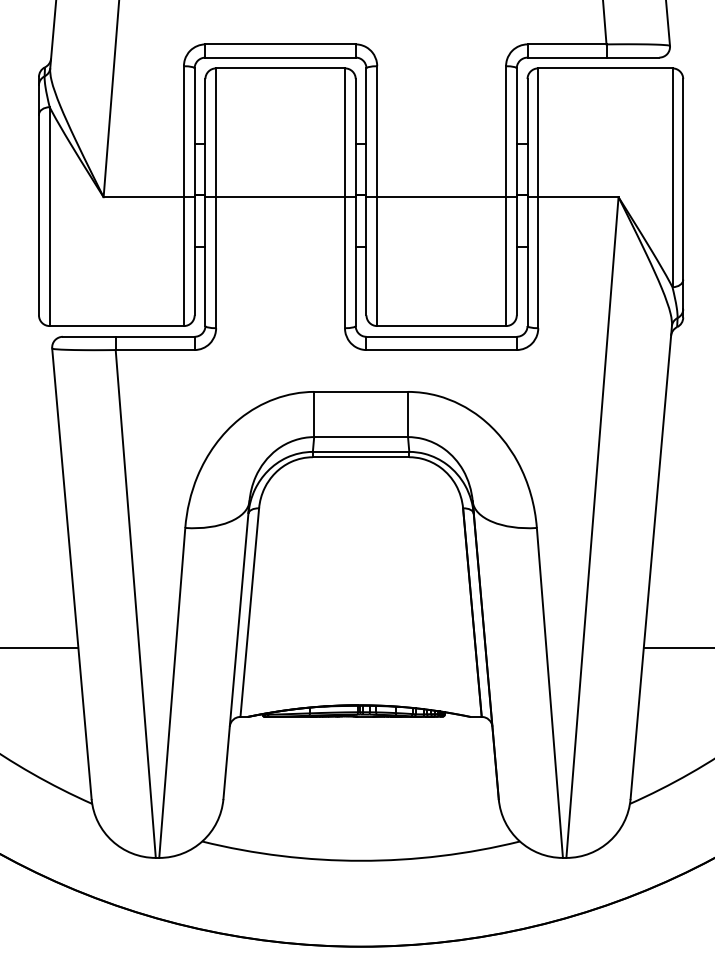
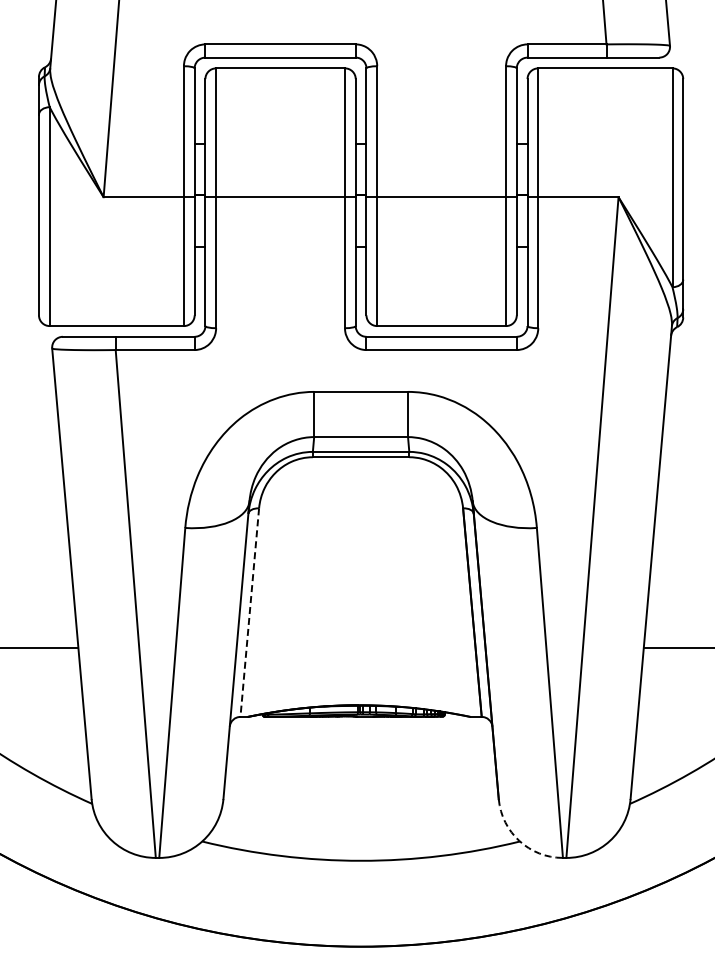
line at (249, 612): solid -> dashed
arc at (519, 841): solid -> dashed
